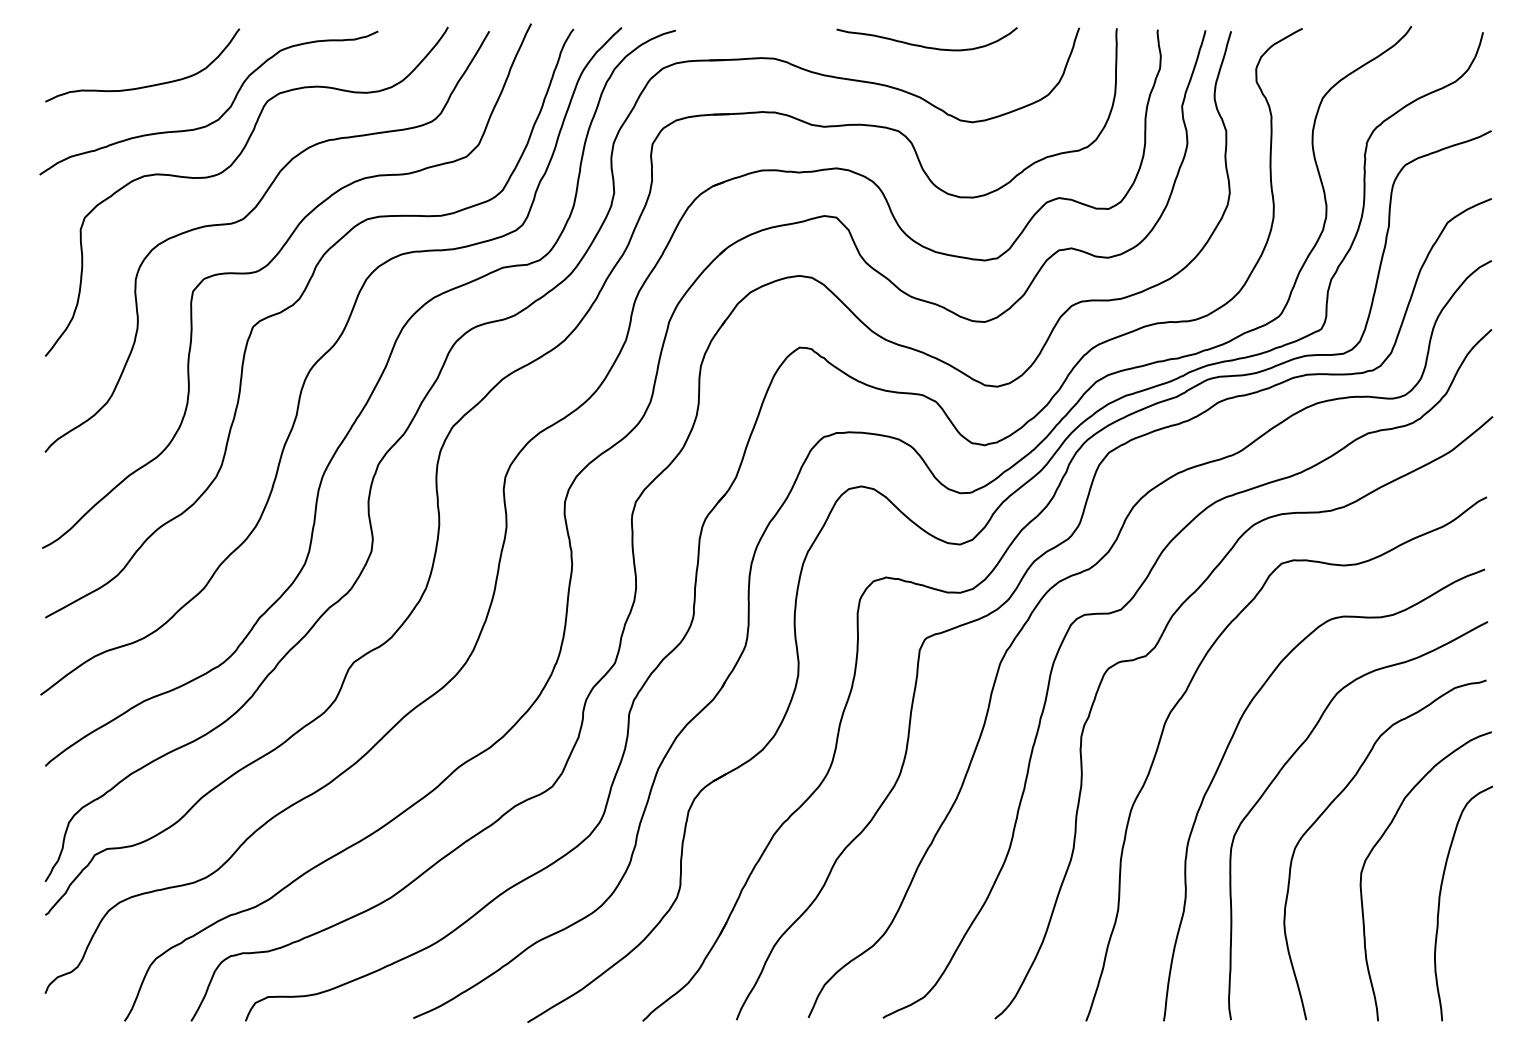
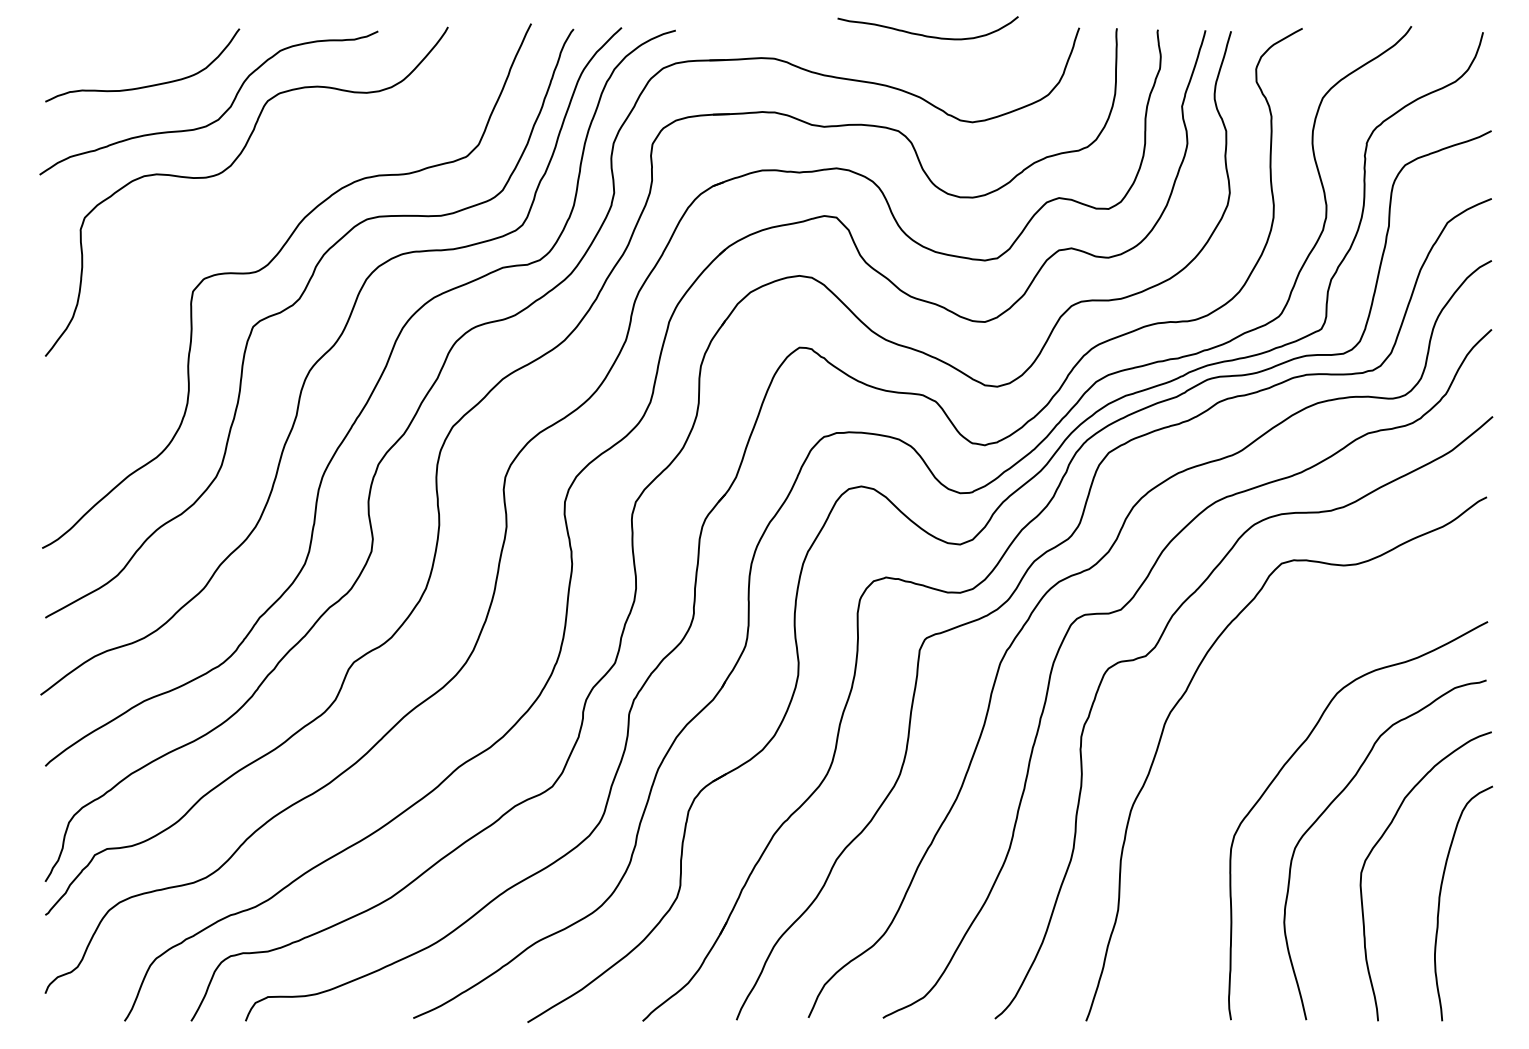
curve at (926, 46) position: (926, 46) -> (927, 35)
curve at (244, 219): present -> none
curve at (1226, 752): present -> none
